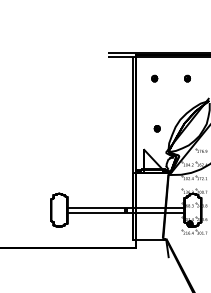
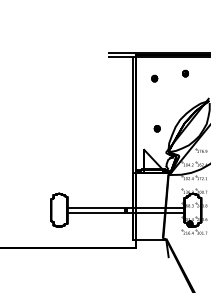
part at (187, 78) position: (187, 78) -> (185, 73)
